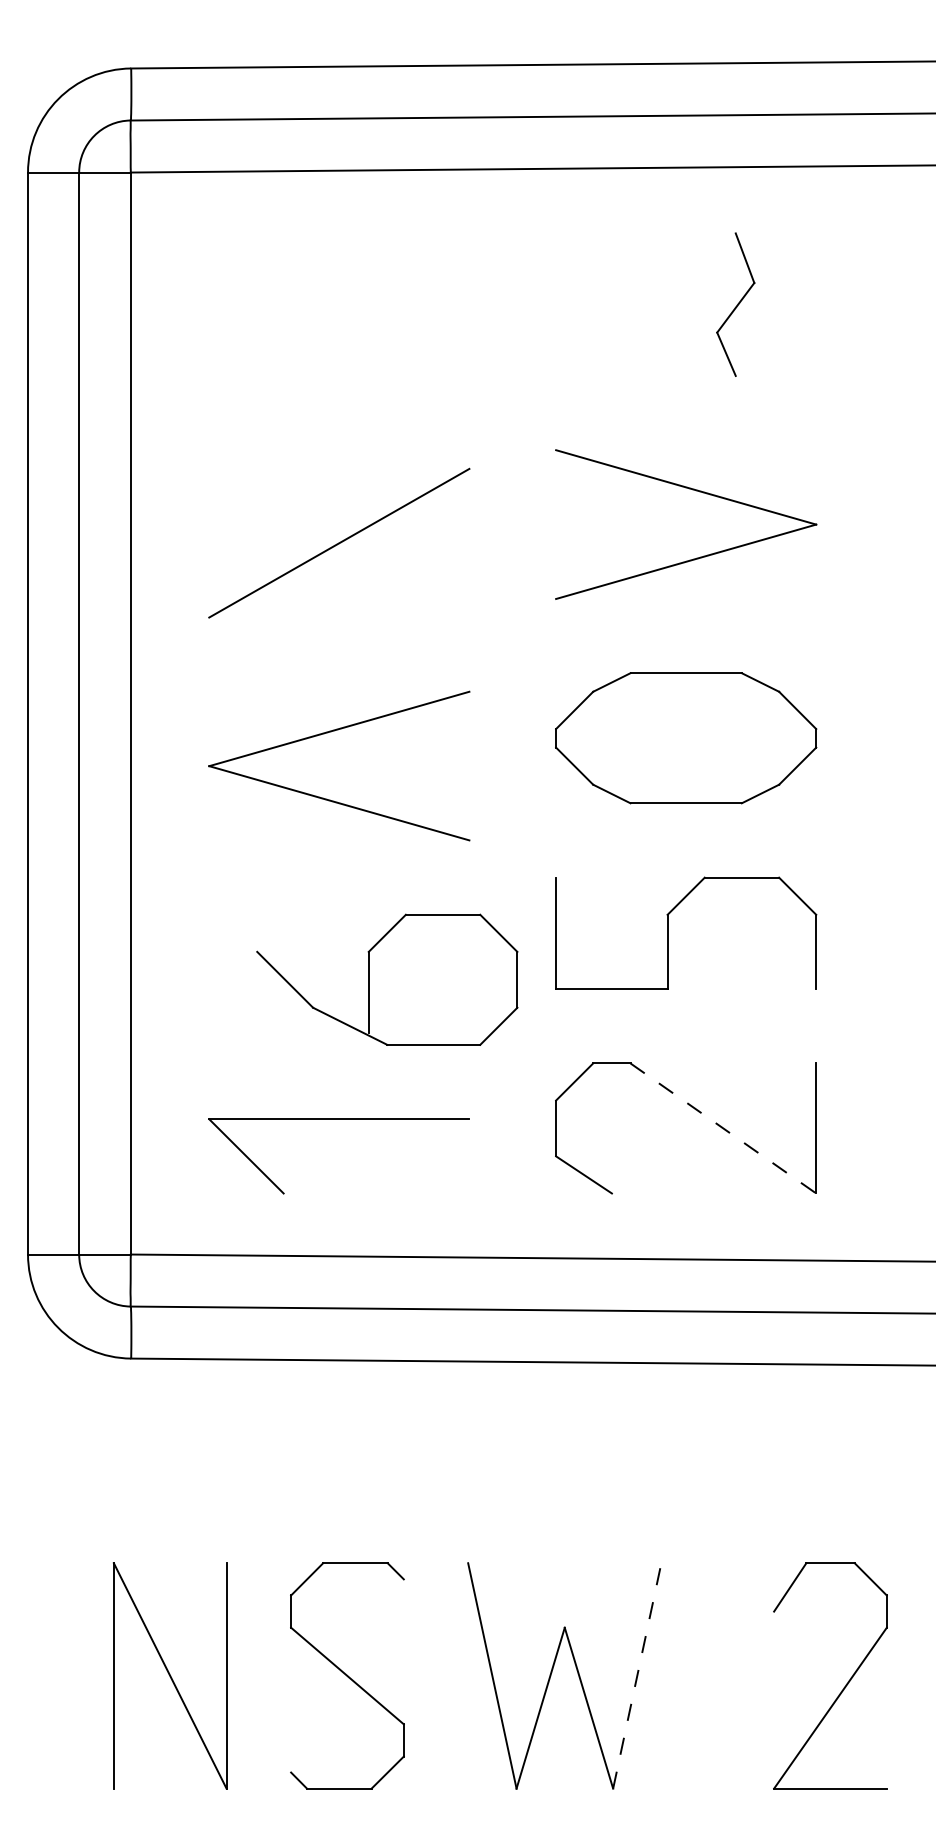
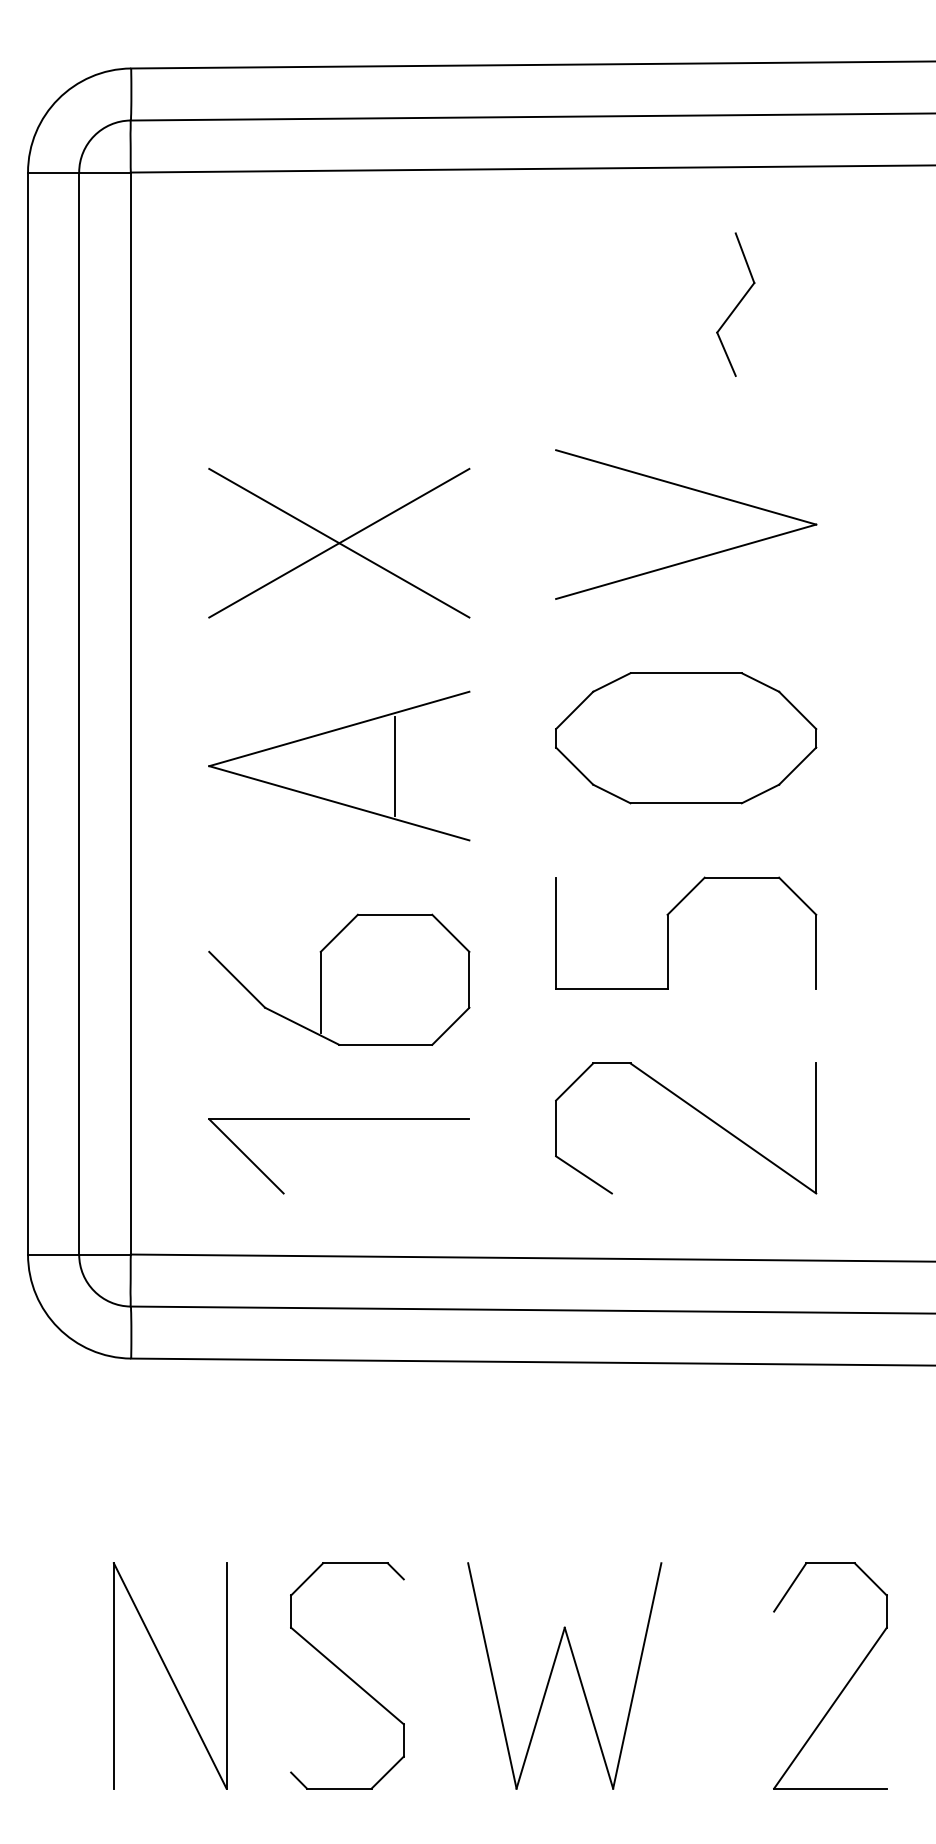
line at (339, 542): none -> present
line at (395, 765): none -> present
part at (387, 979) position: (387, 979) -> (339, 979)
line at (723, 1128): dashed -> solid
line at (637, 1675): dashed -> solid
